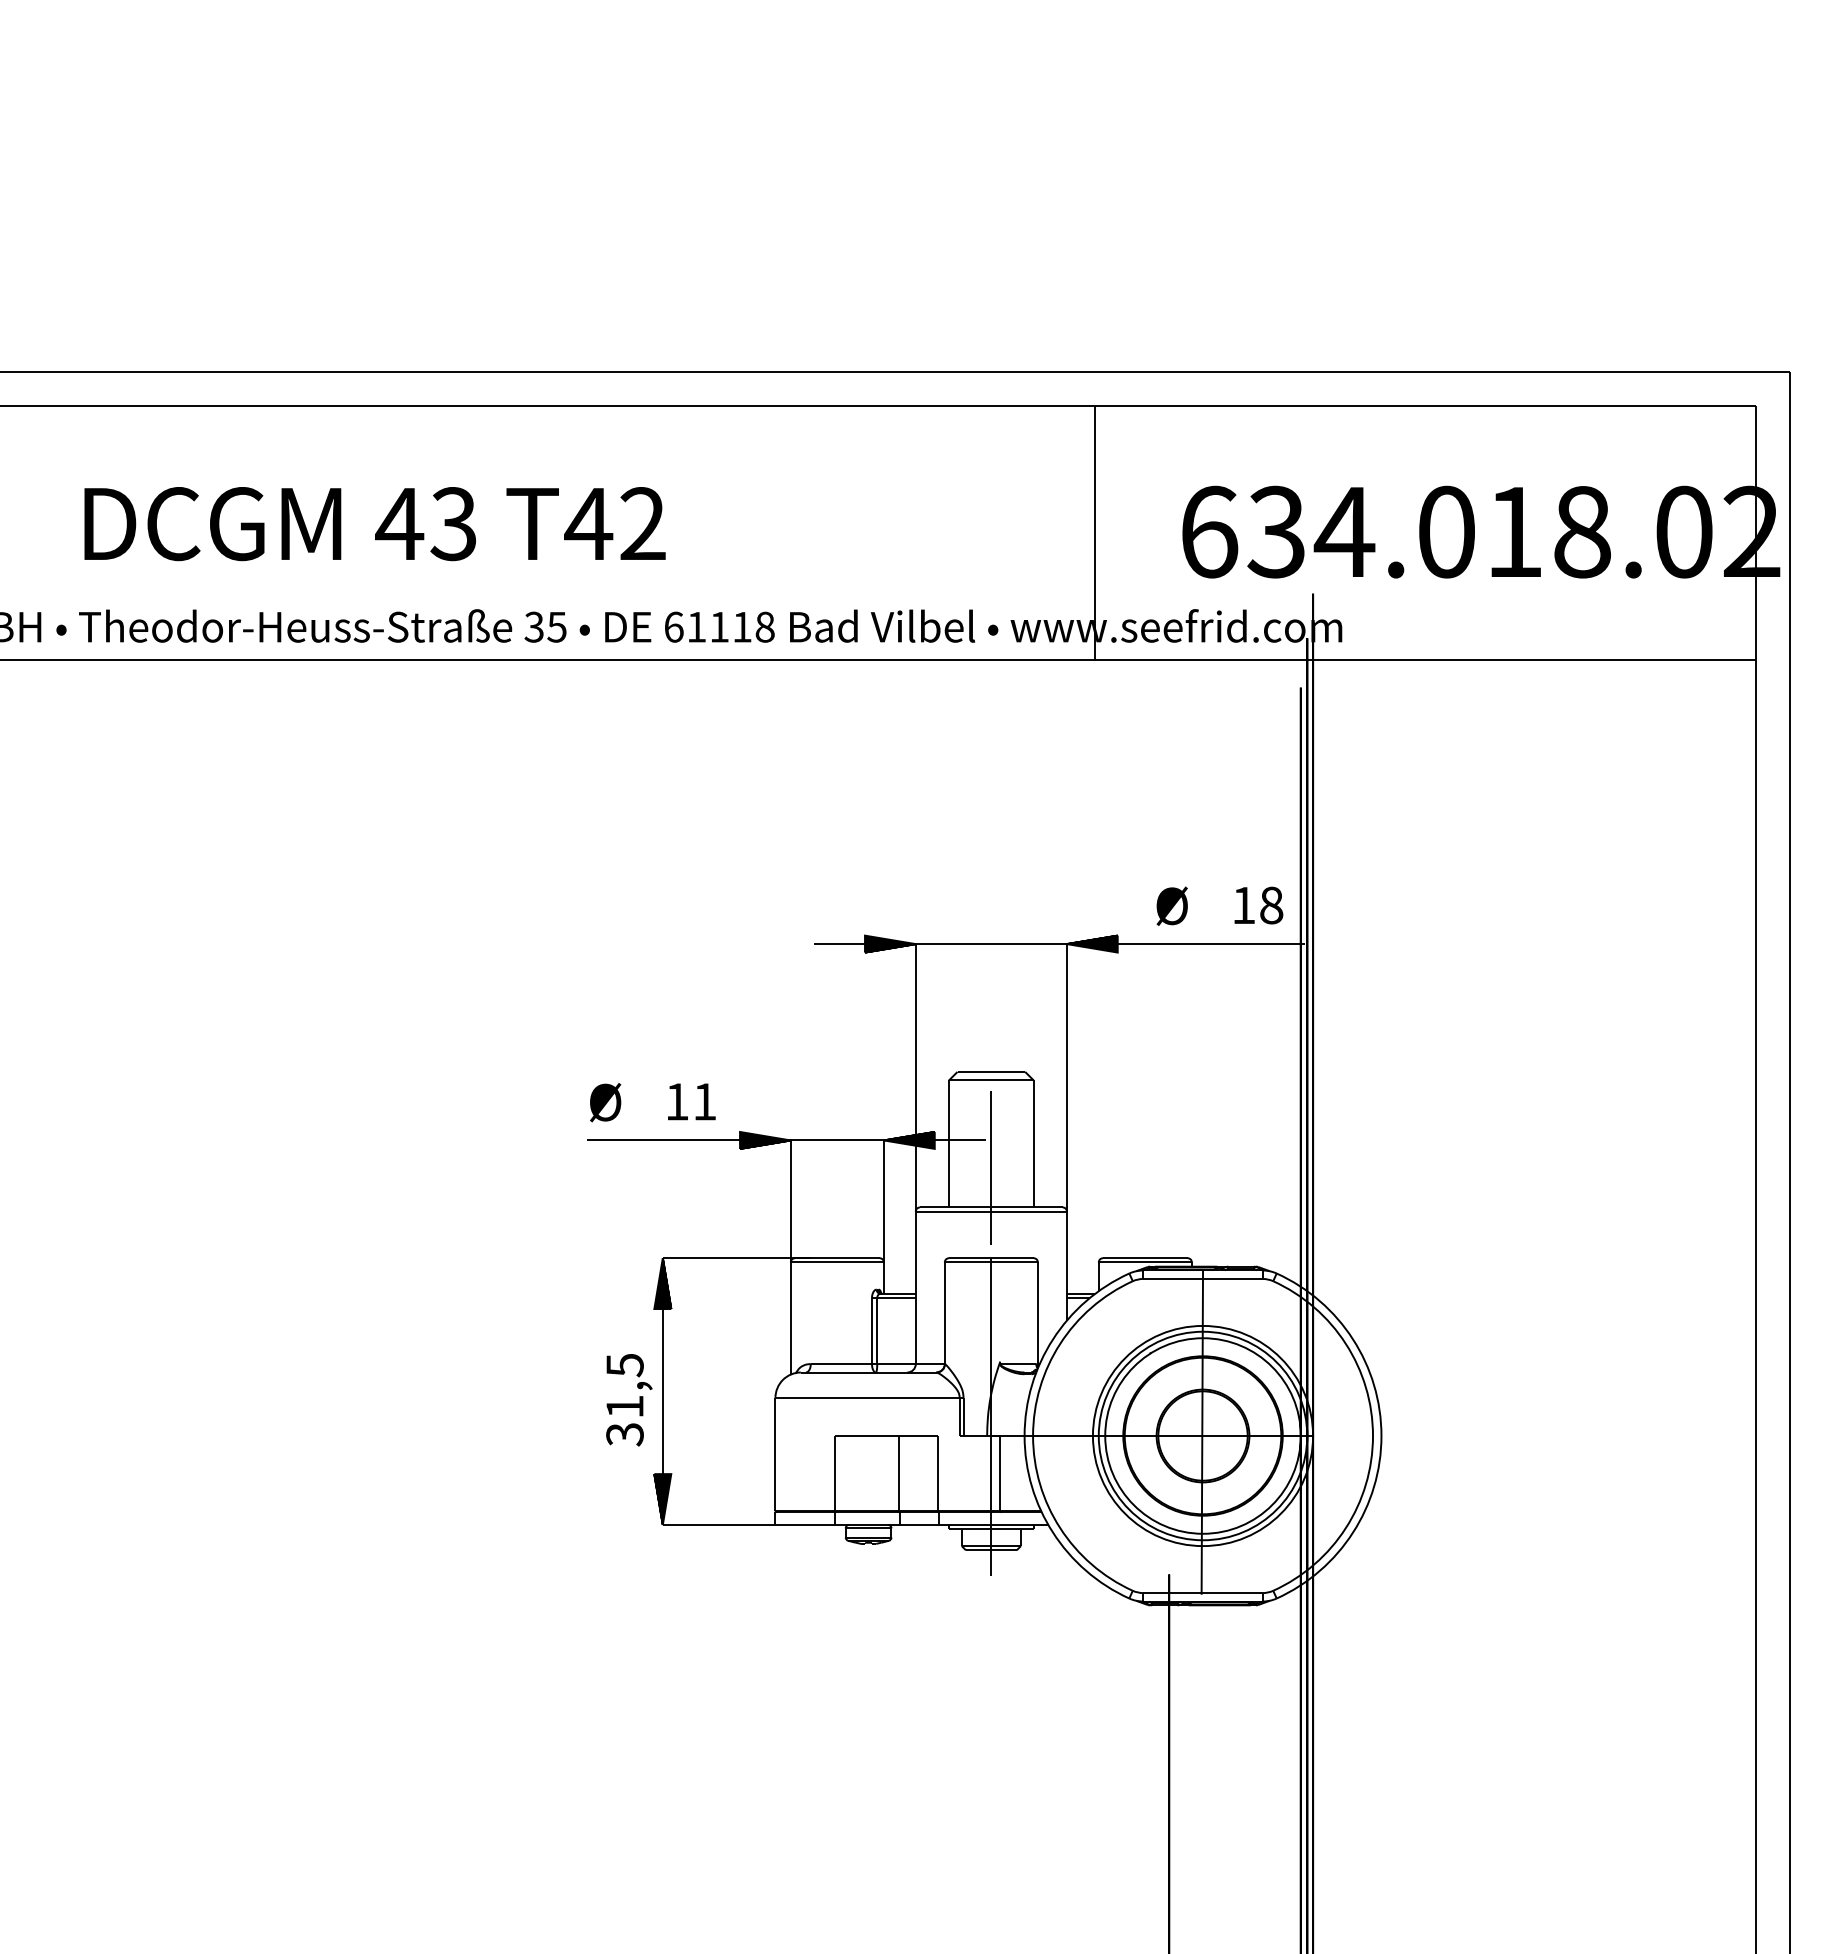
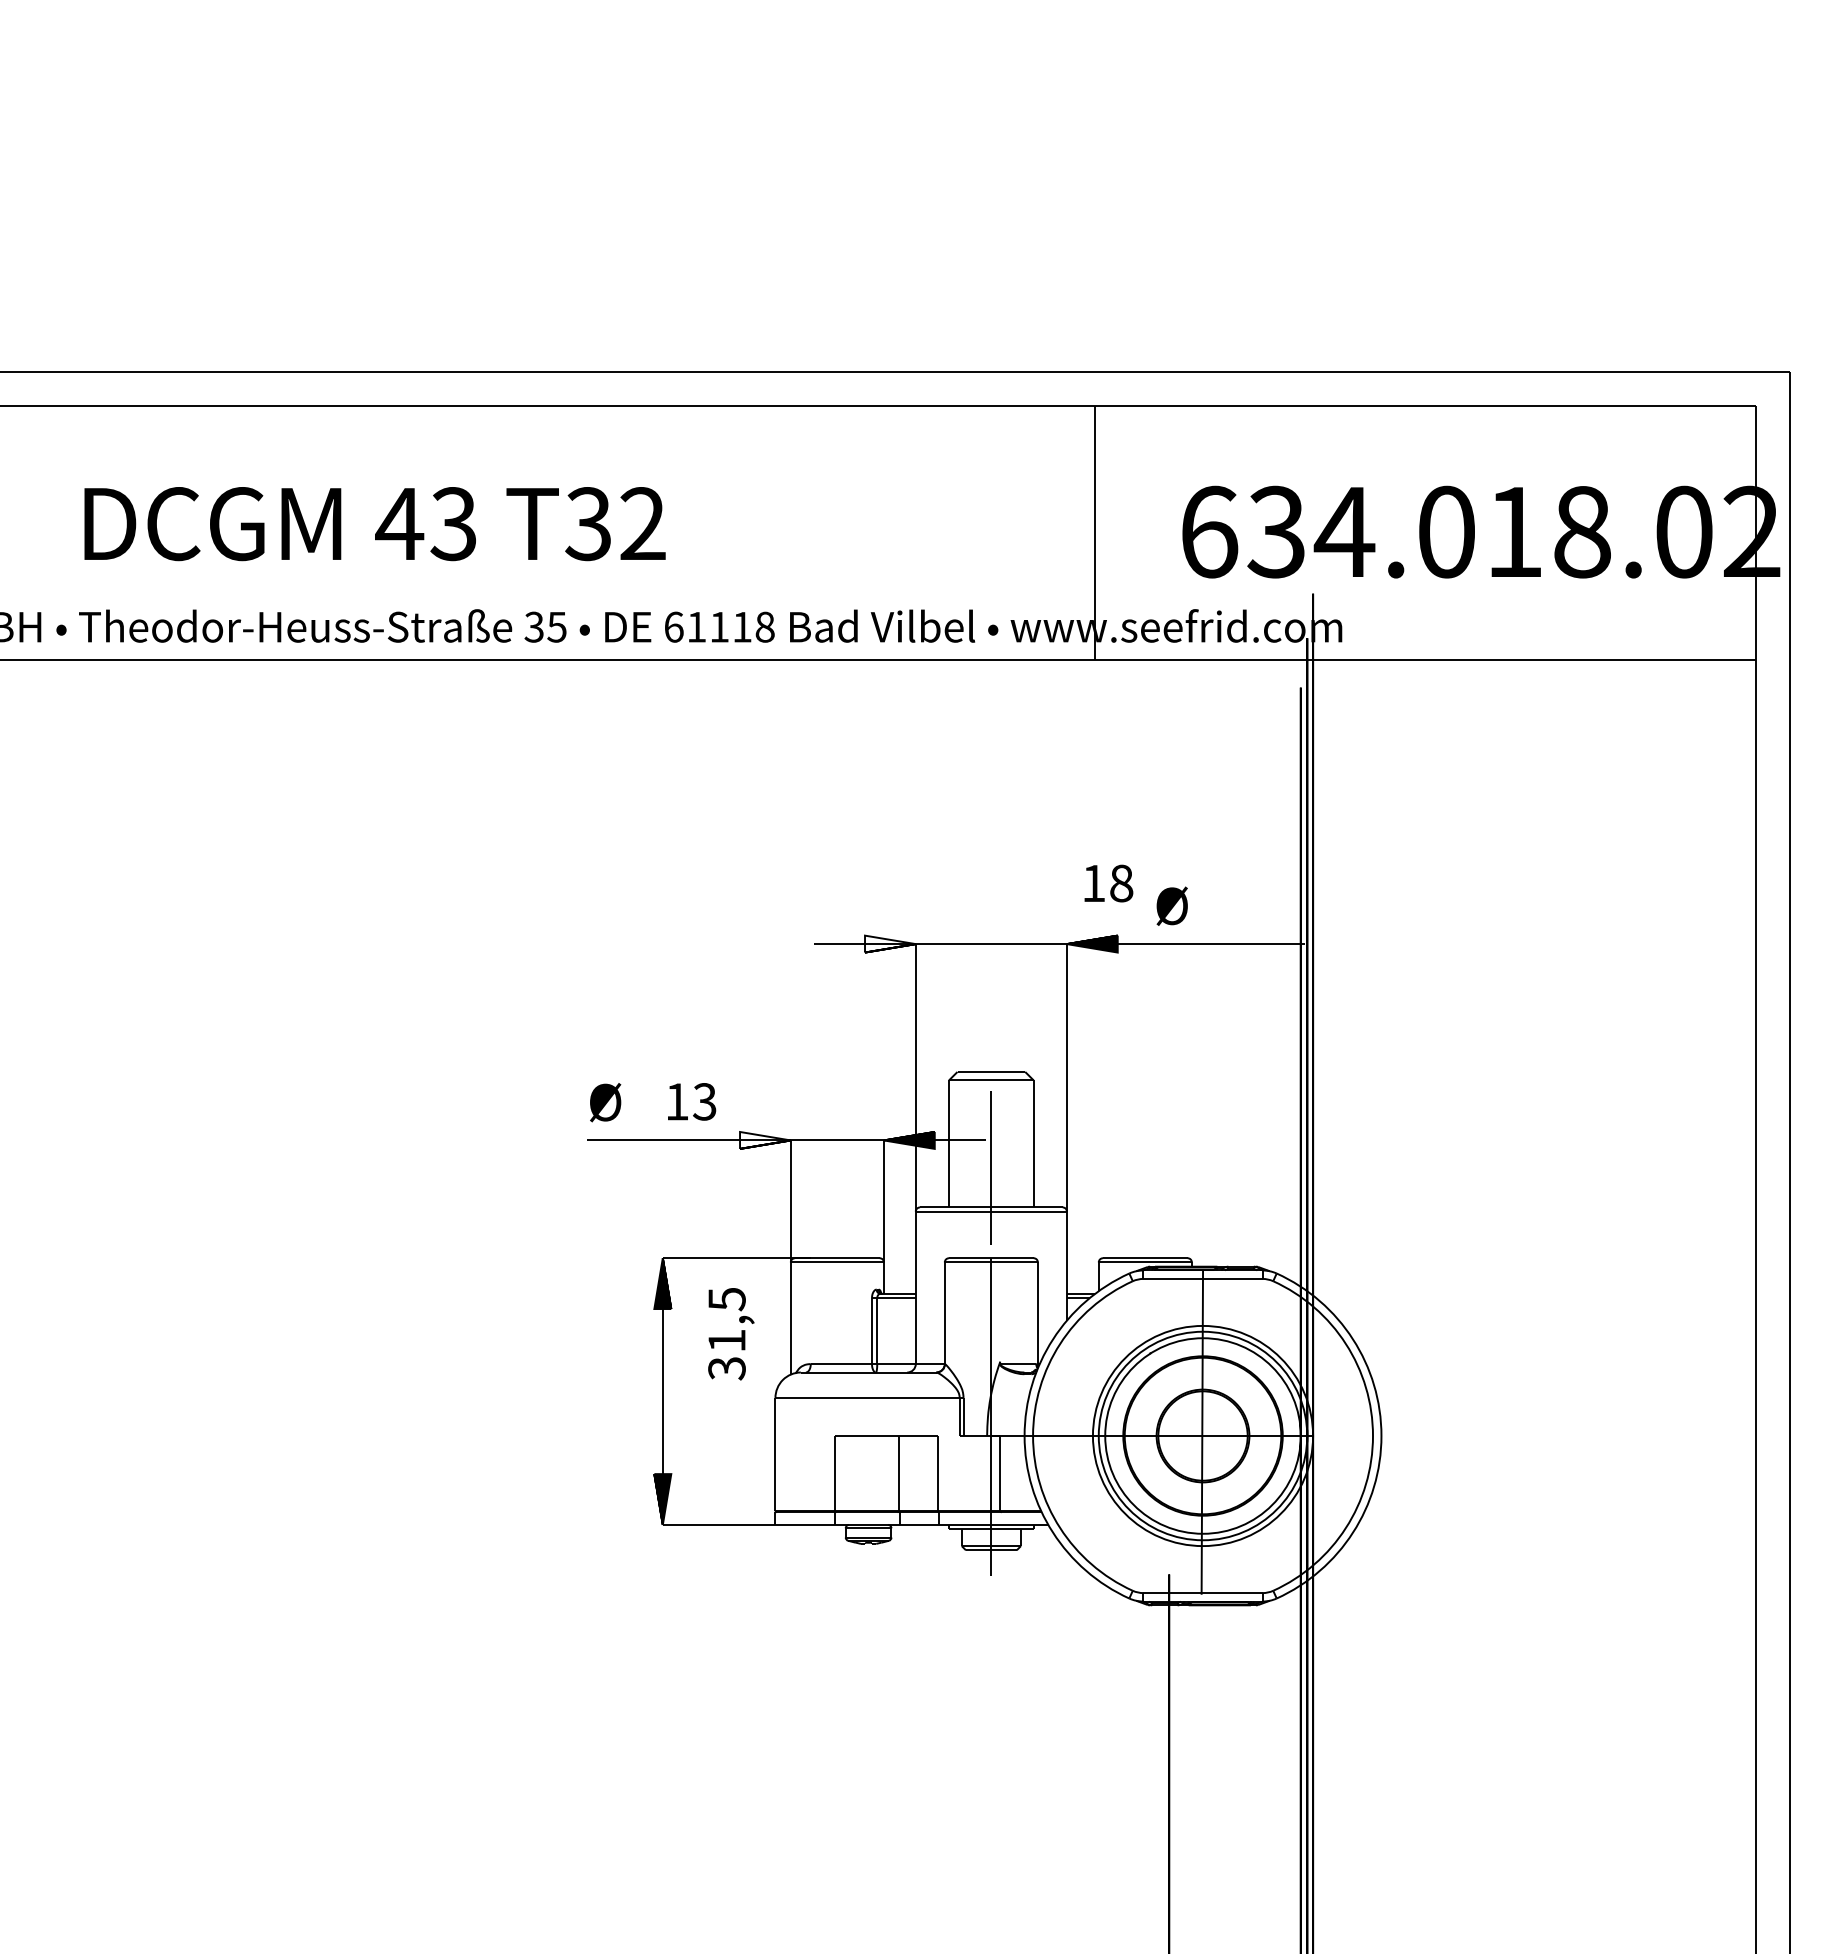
text at (588, 524): T42 -> T32
text at (1258, 905) position: (1258, 905) -> (1108, 883)
fill at (890, 943): present -> none
text at (704, 1101): 11 -> 13
fill at (765, 1139): present -> none
text at (629, 1400) position: (629, 1400) -> (731, 1334)
